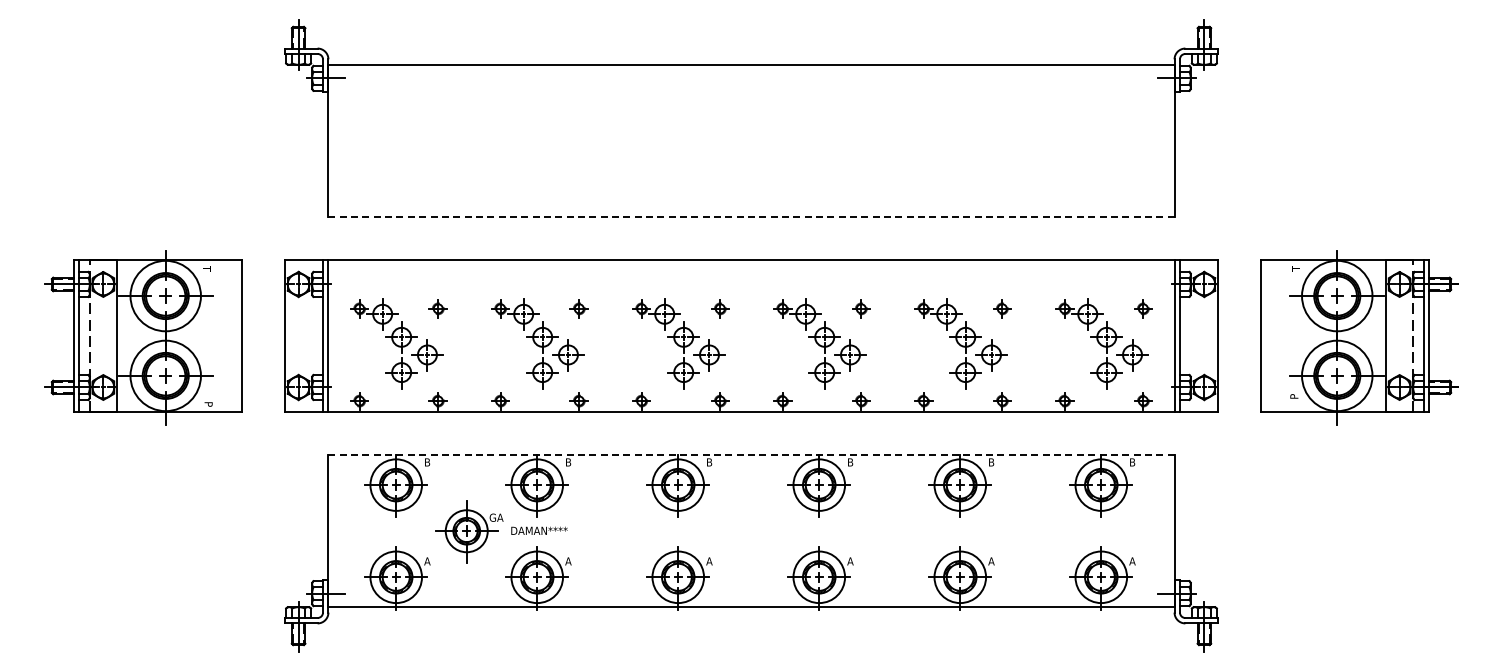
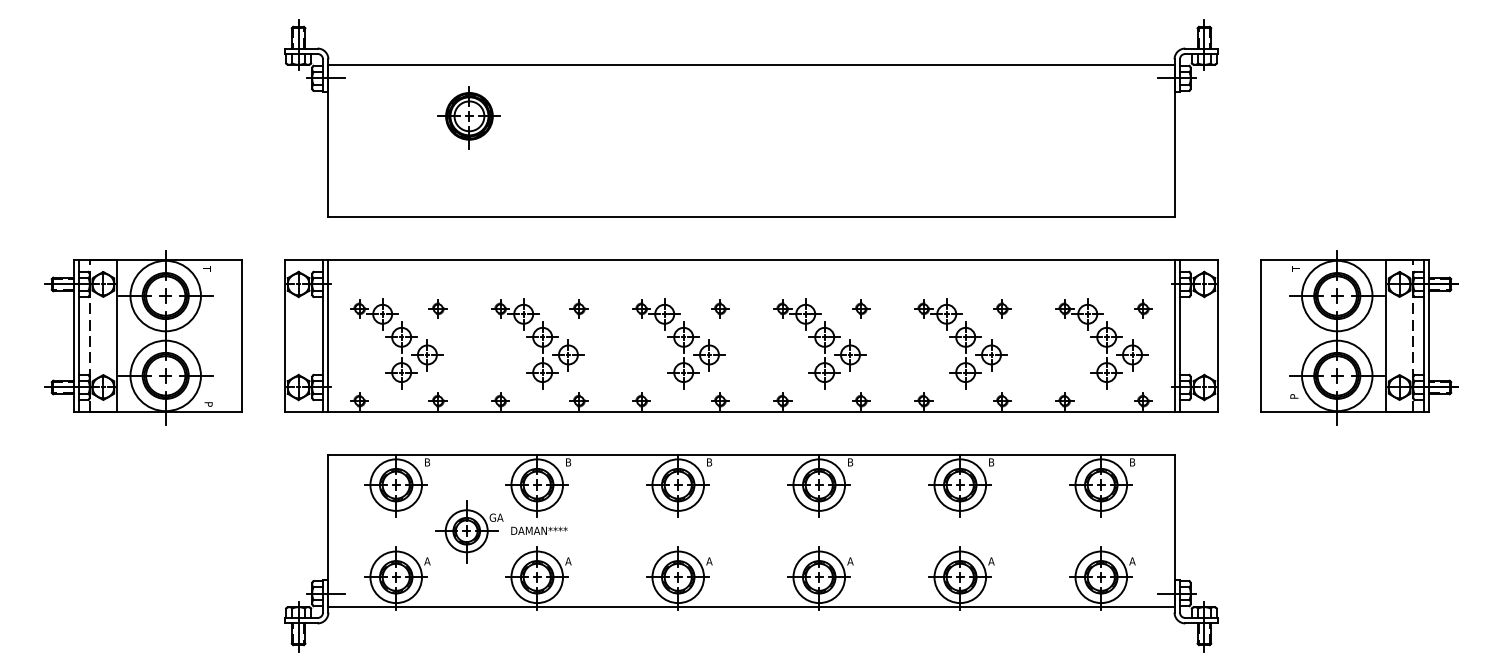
part at (468, 117): none -> present
line at (751, 216): dashed -> solid
line at (751, 455): dashed -> solid
